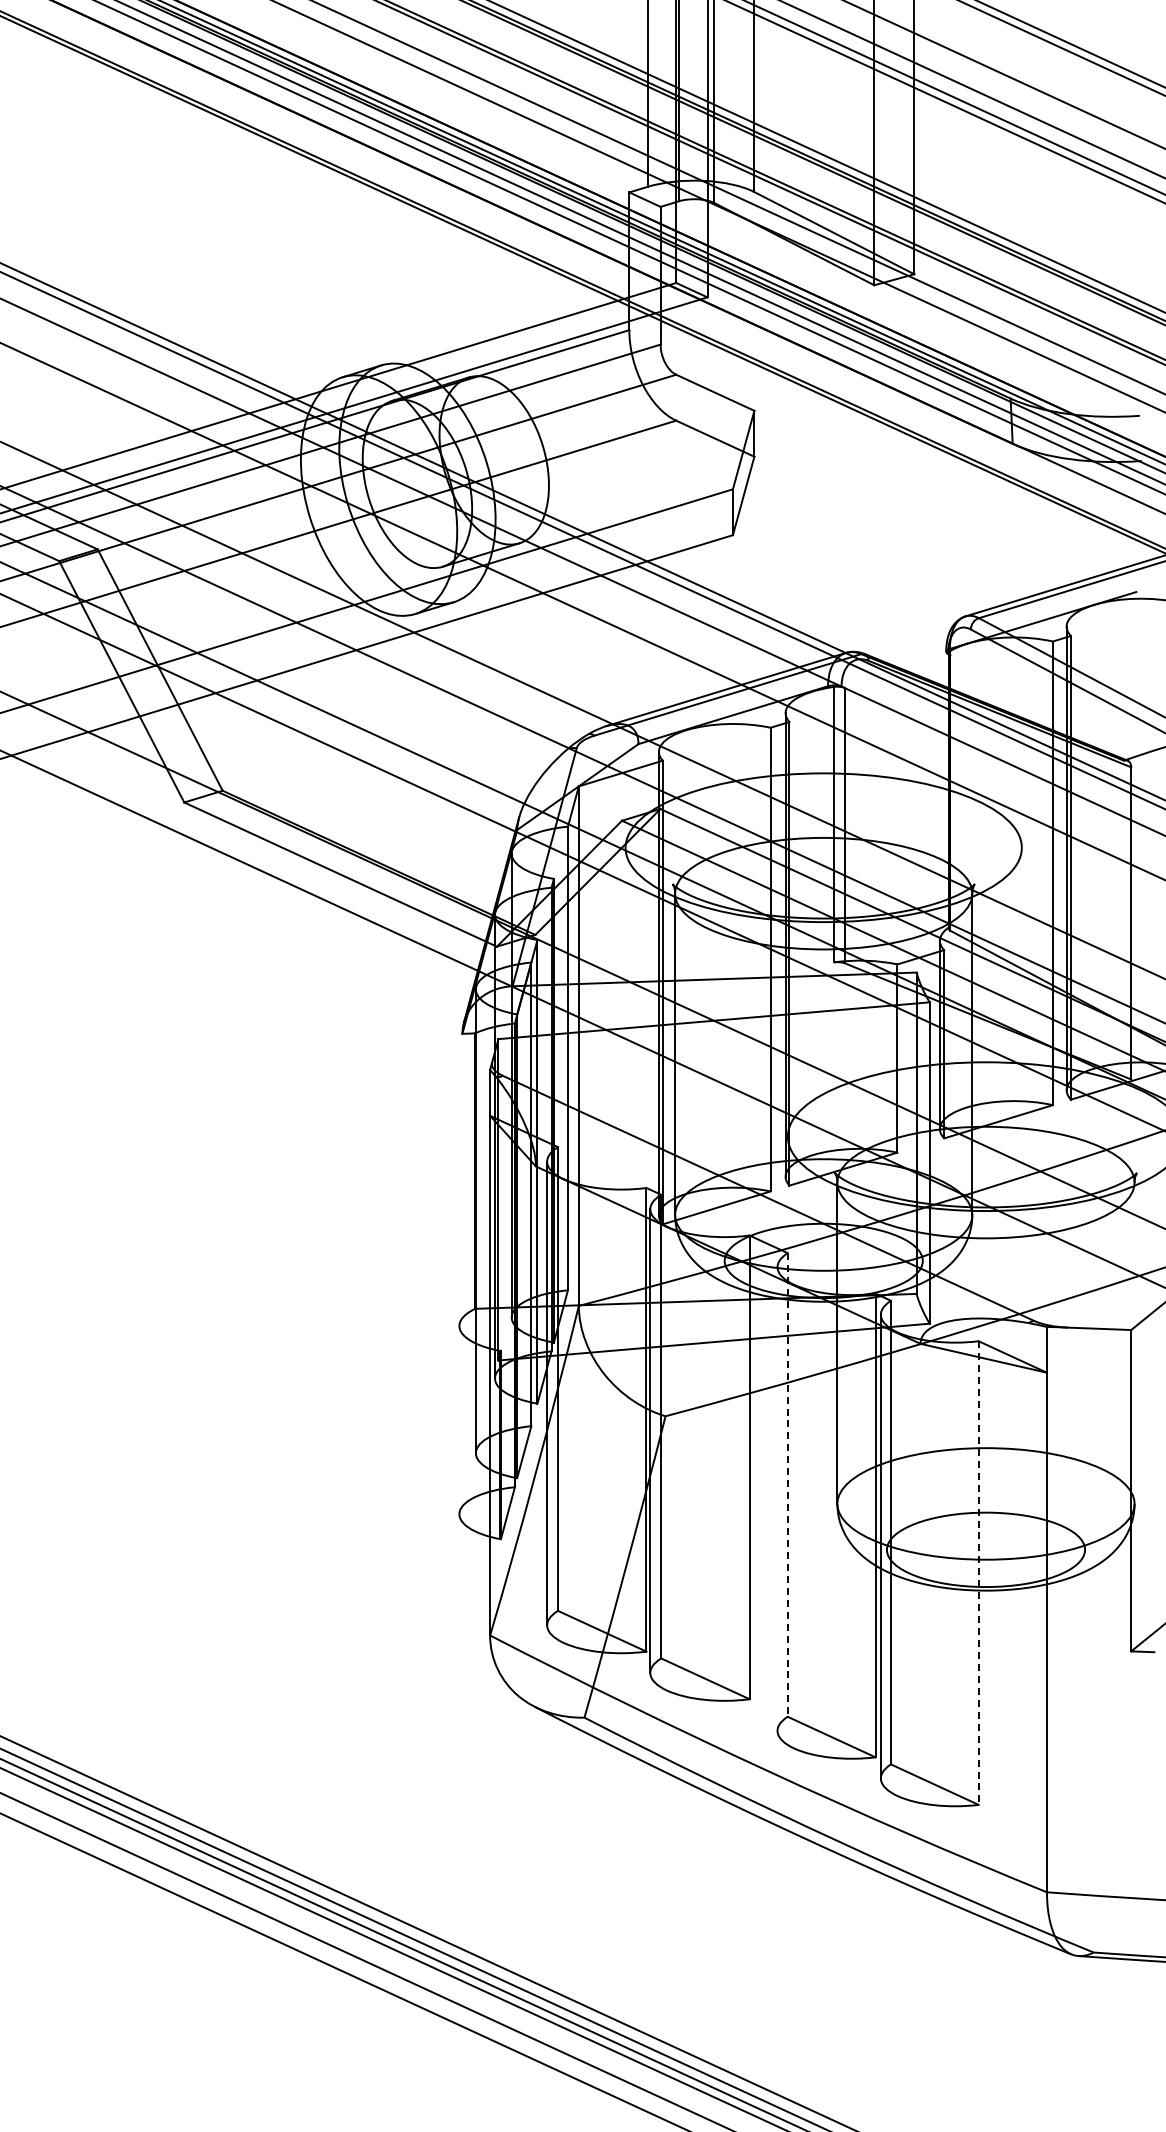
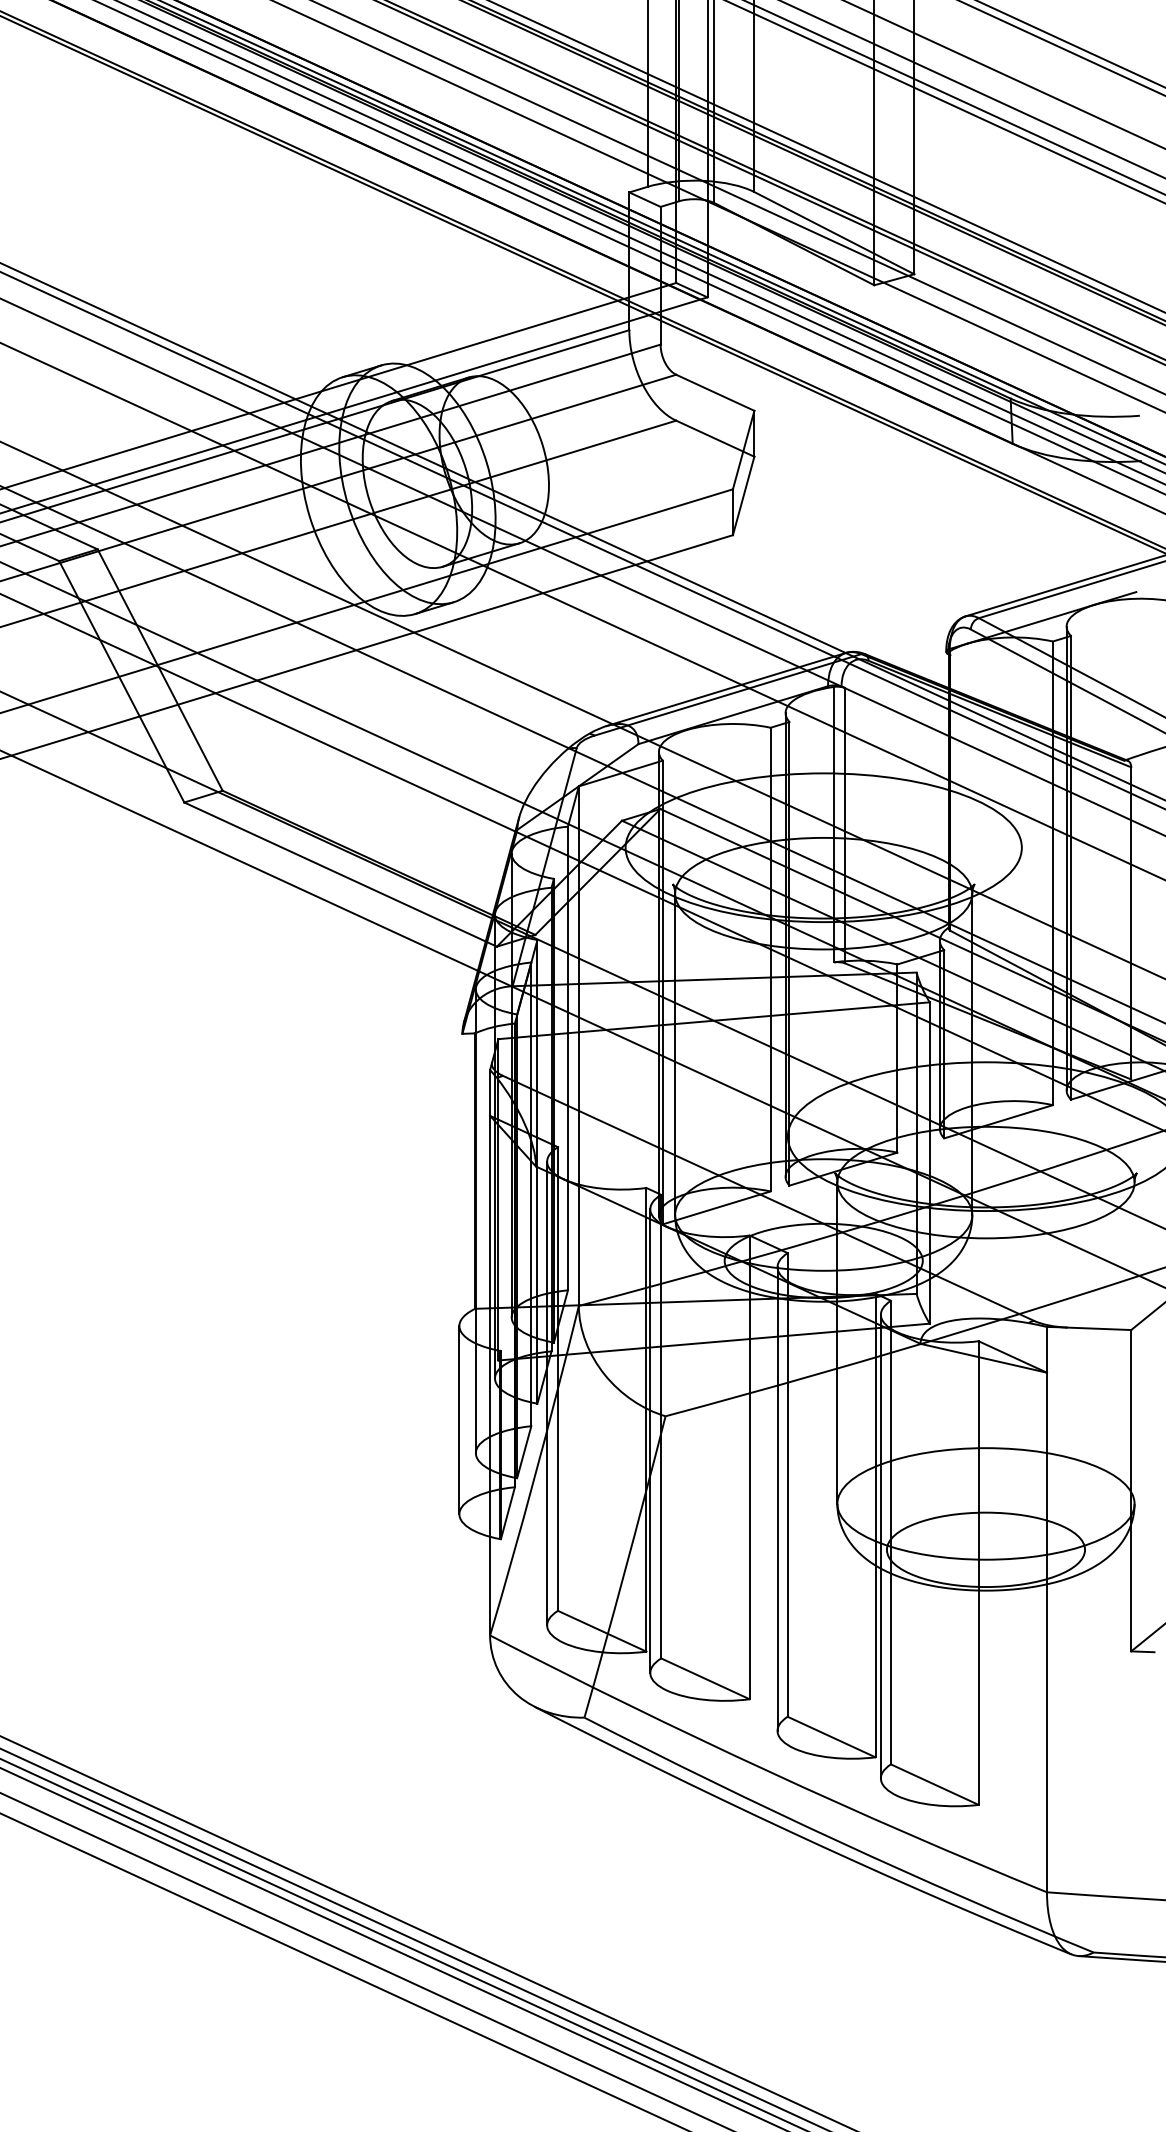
line at (459, 1420): none -> present
line at (787, 1484): dashed -> solid
line at (777, 1498): none -> present
line at (978, 1573): dashed -> solid
